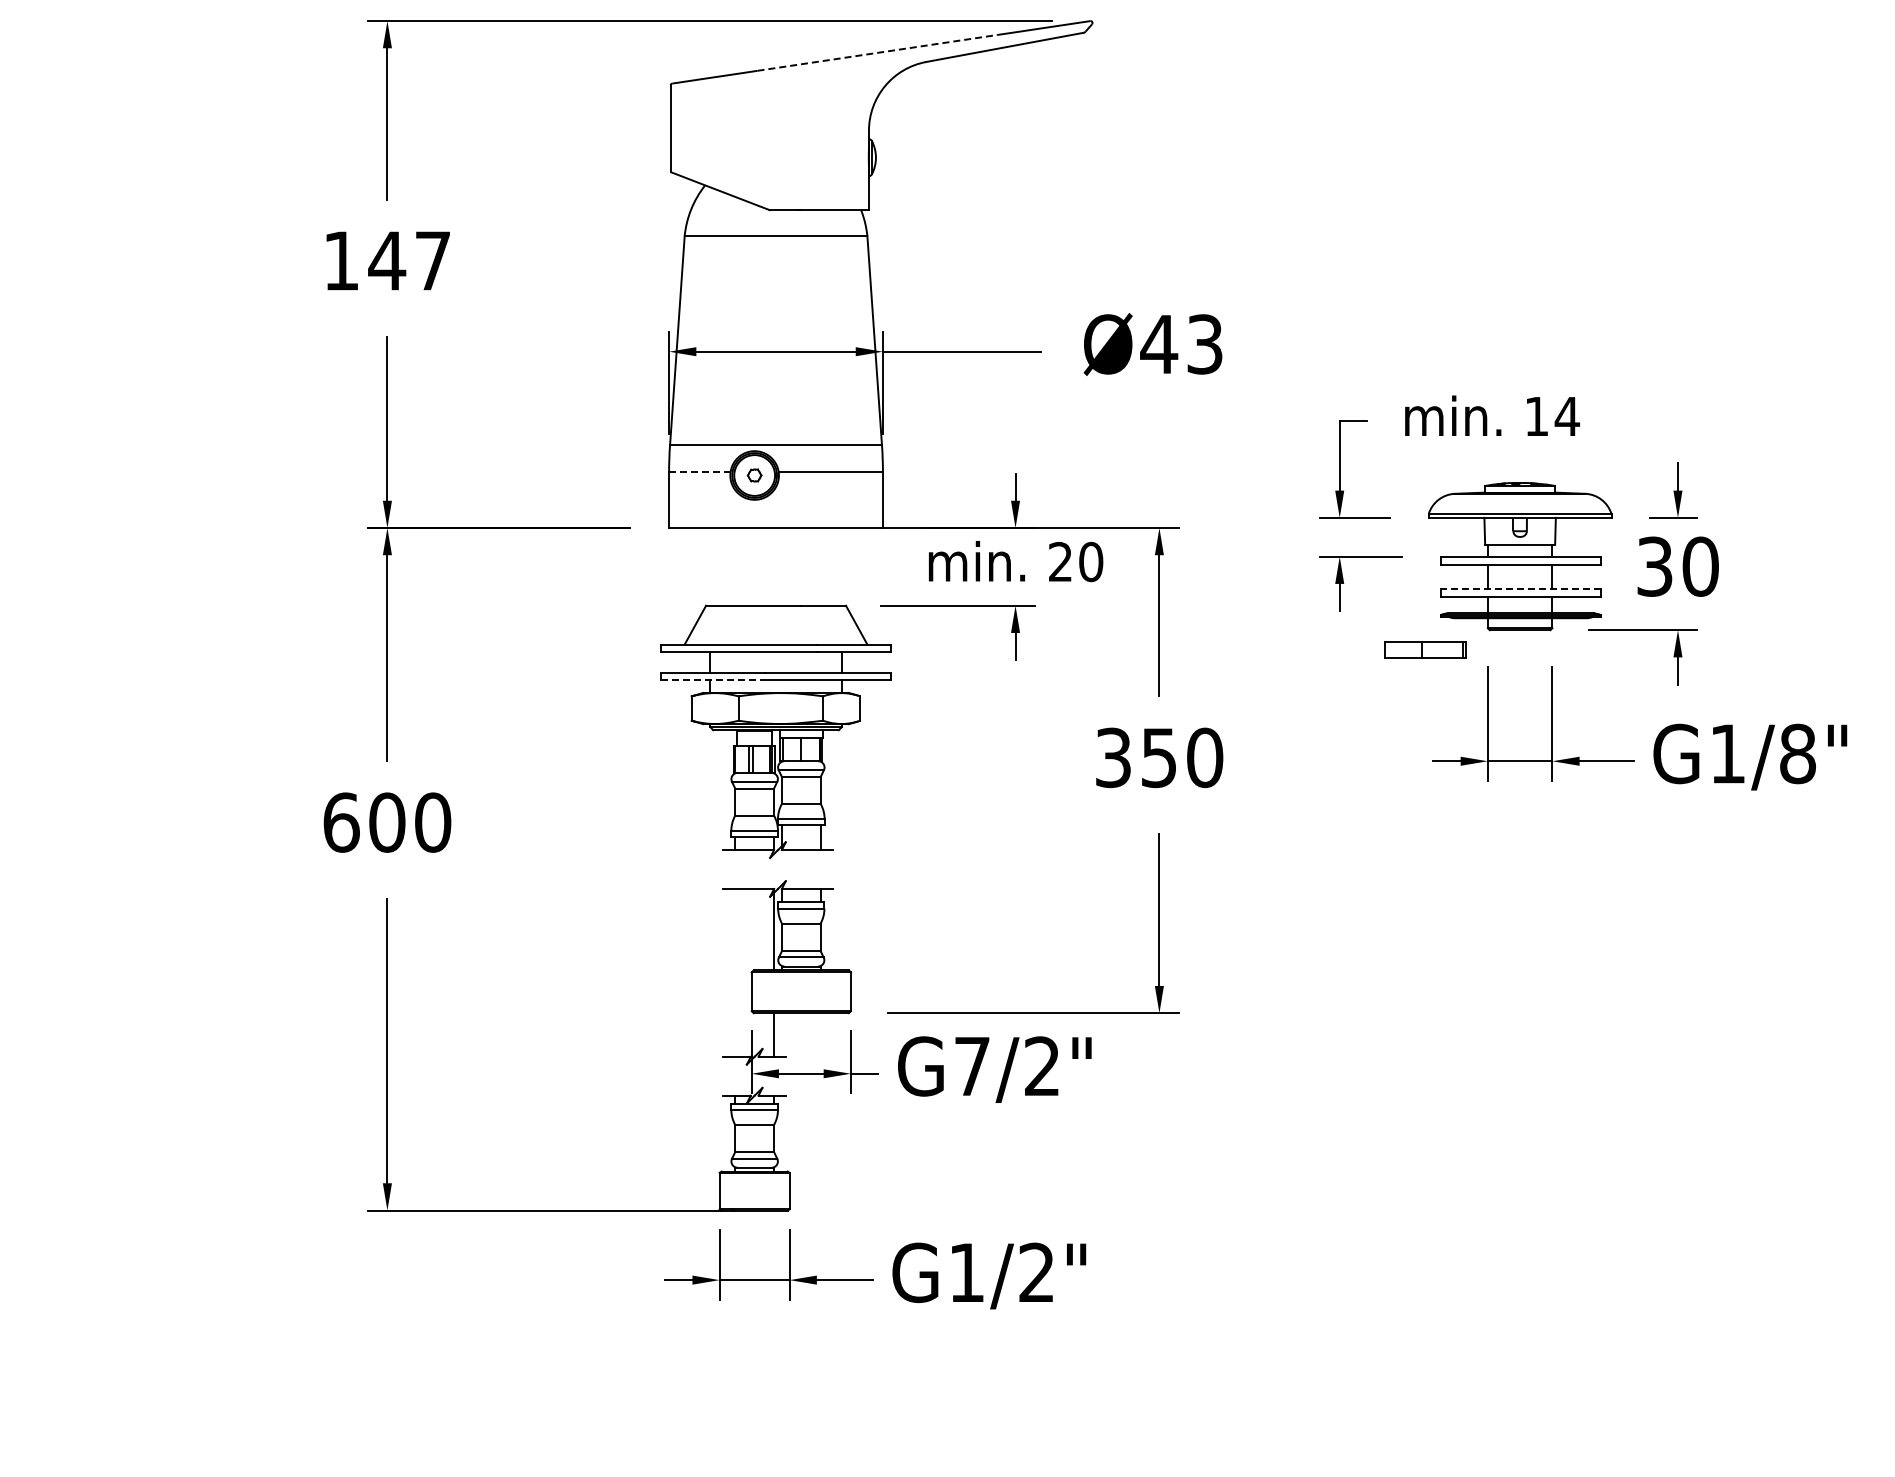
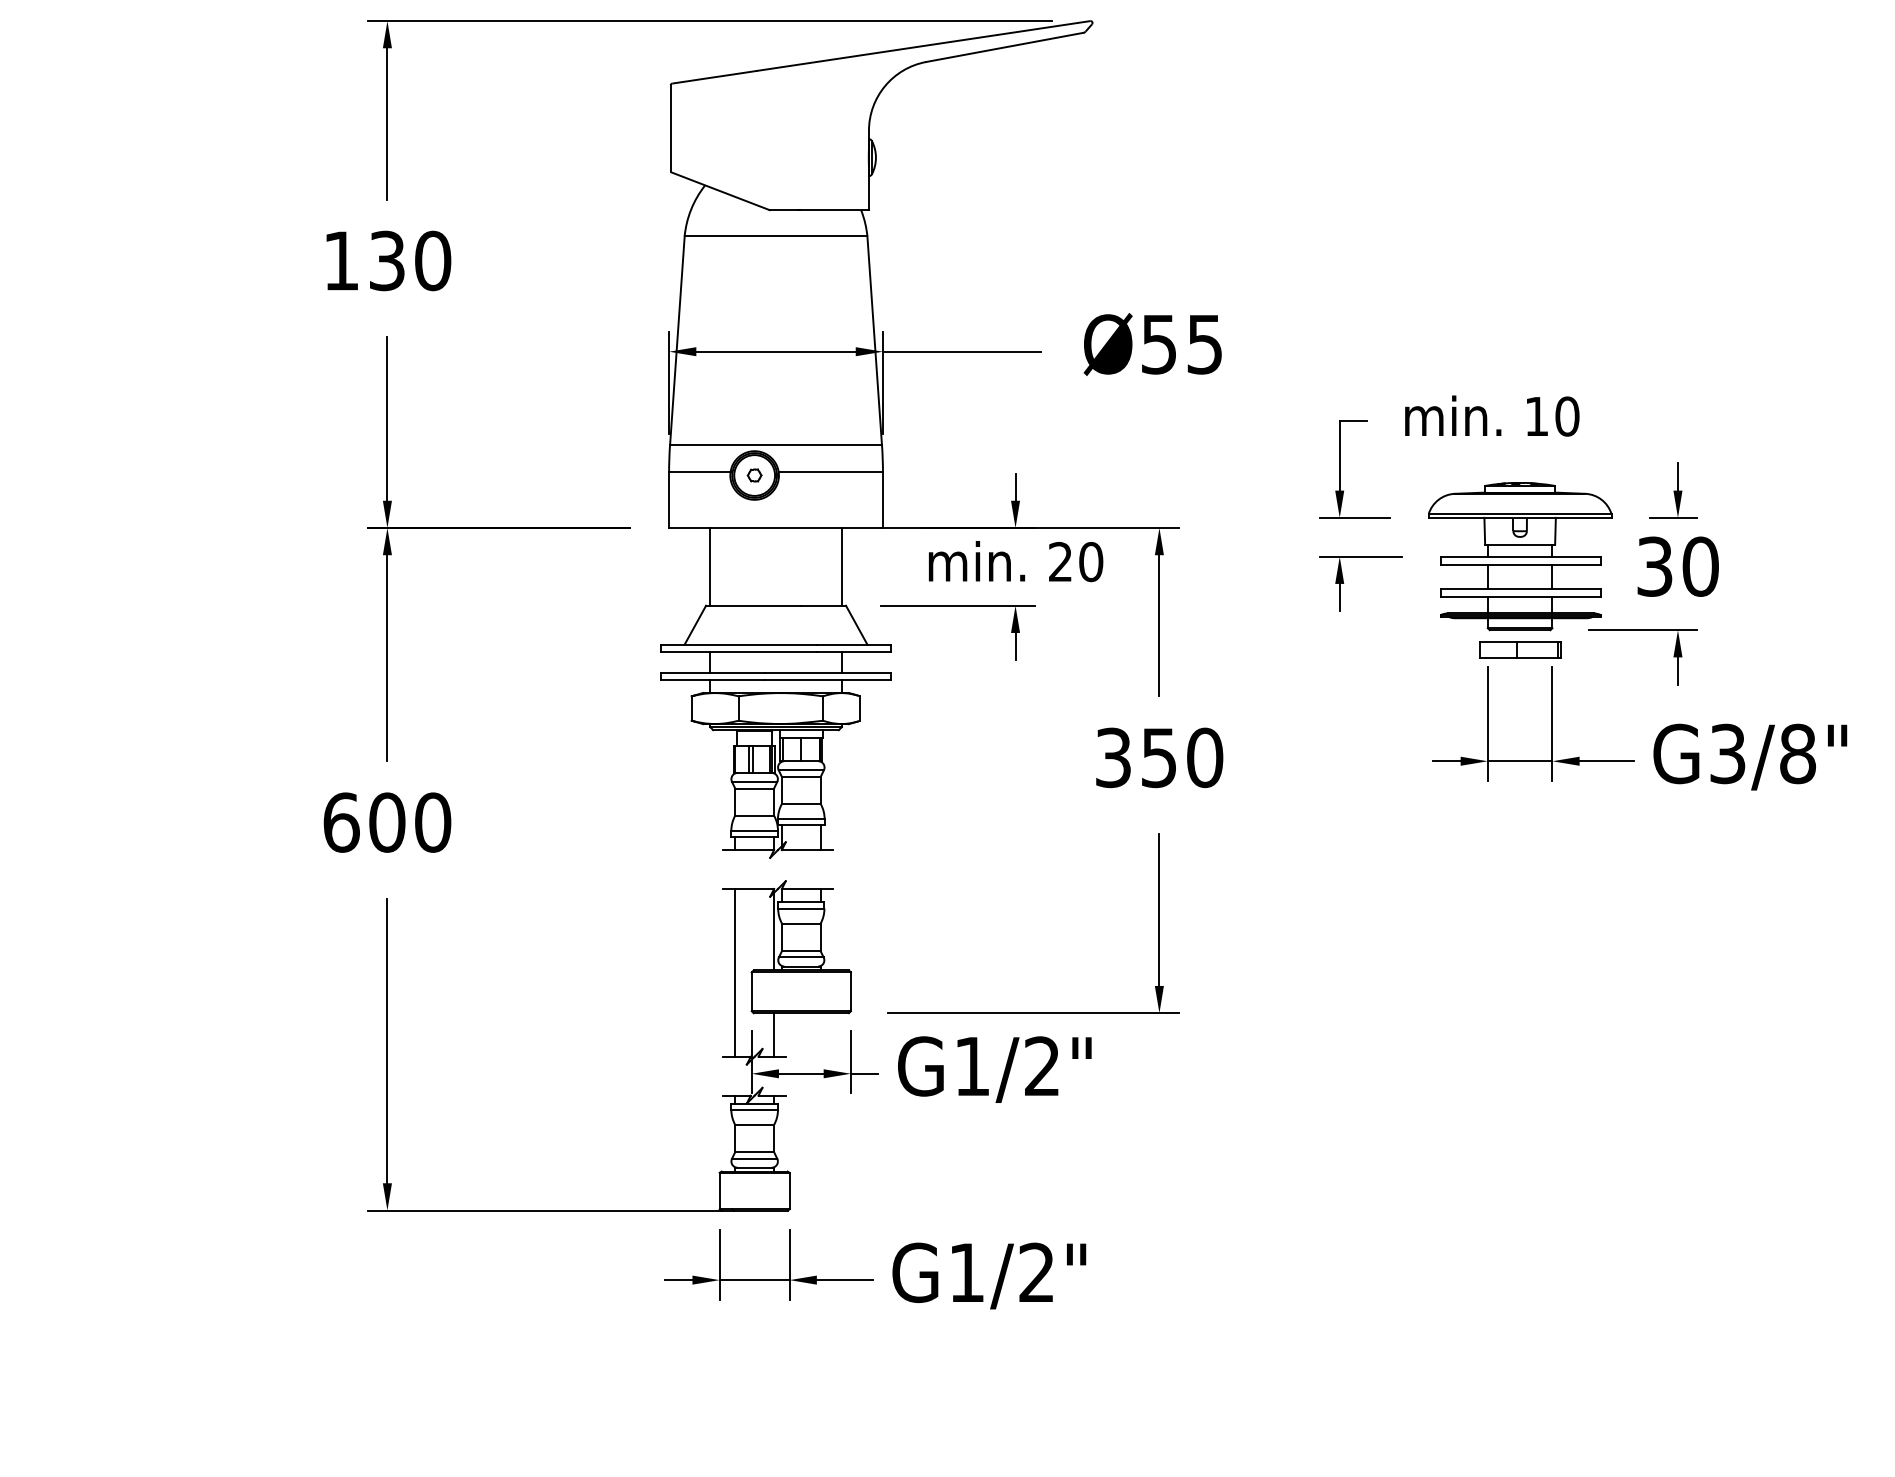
line at (877, 52): dashed -> solid
text at (409, 260): 147 -> 130
text at (1181, 344): Ø43 -> Ø55
text at (1567, 416): 14 -> 10
line at (699, 472): dashed -> solid
line at (710, 566): none -> present
line at (841, 566): none -> present
line at (1520, 589): dashed -> solid
part at (1425, 649) position: (1425, 649) -> (1520, 649)
line at (713, 680): dashed -> solid
text at (1727, 753): G1/8" -> G3/8"
line at (735, 972): none -> present
text at (972, 1066): G7/2" -> G1/2"
